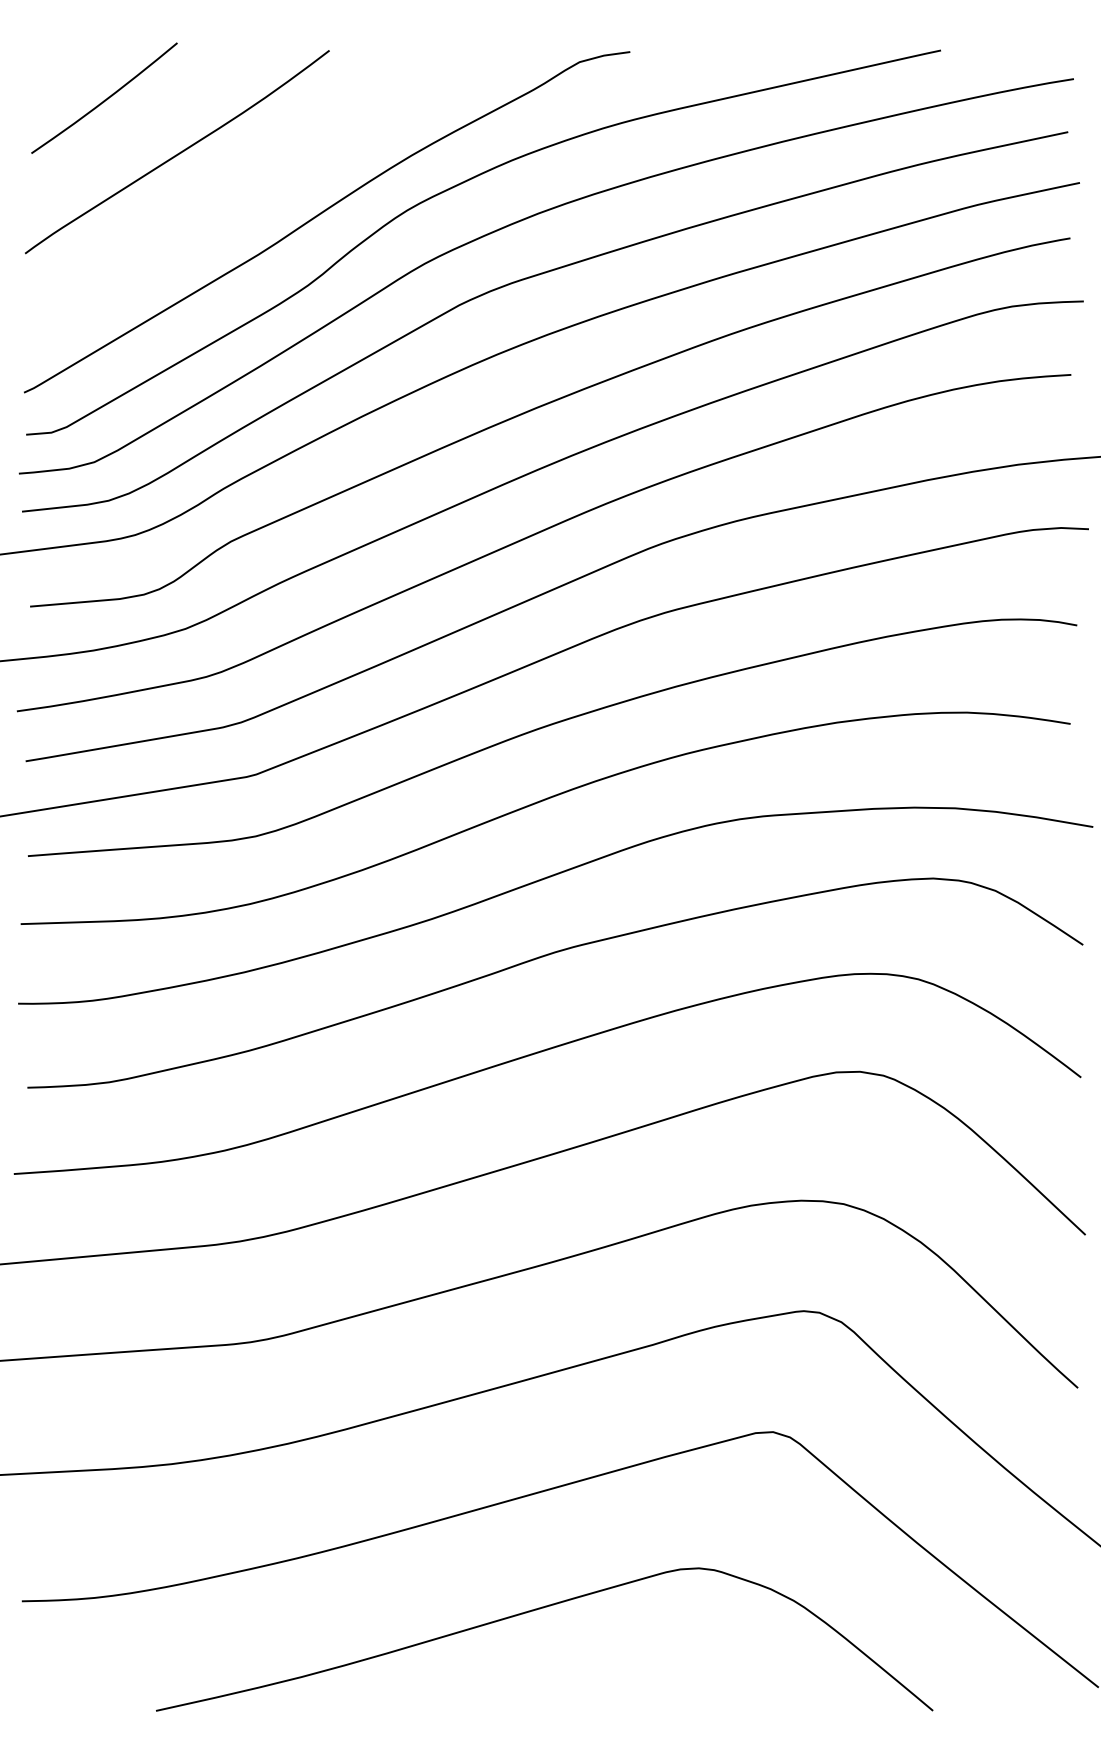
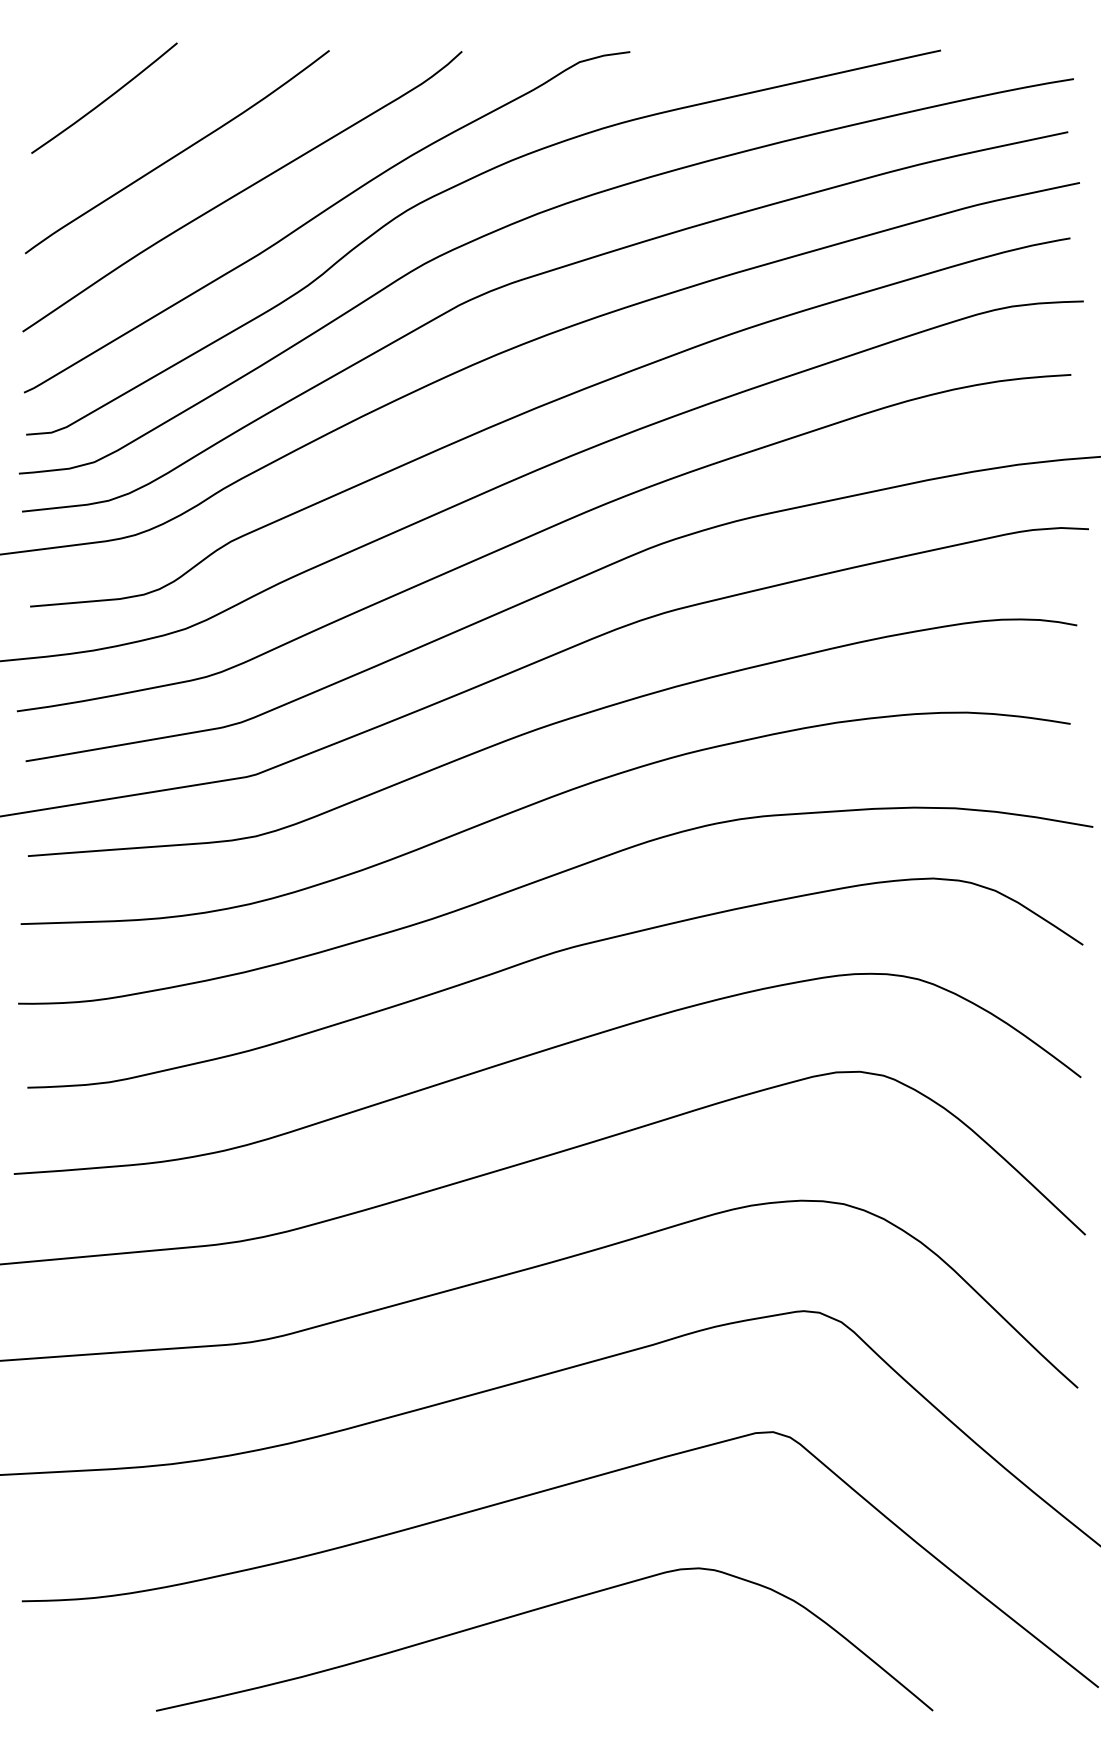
curve at (242, 191): none -> present
